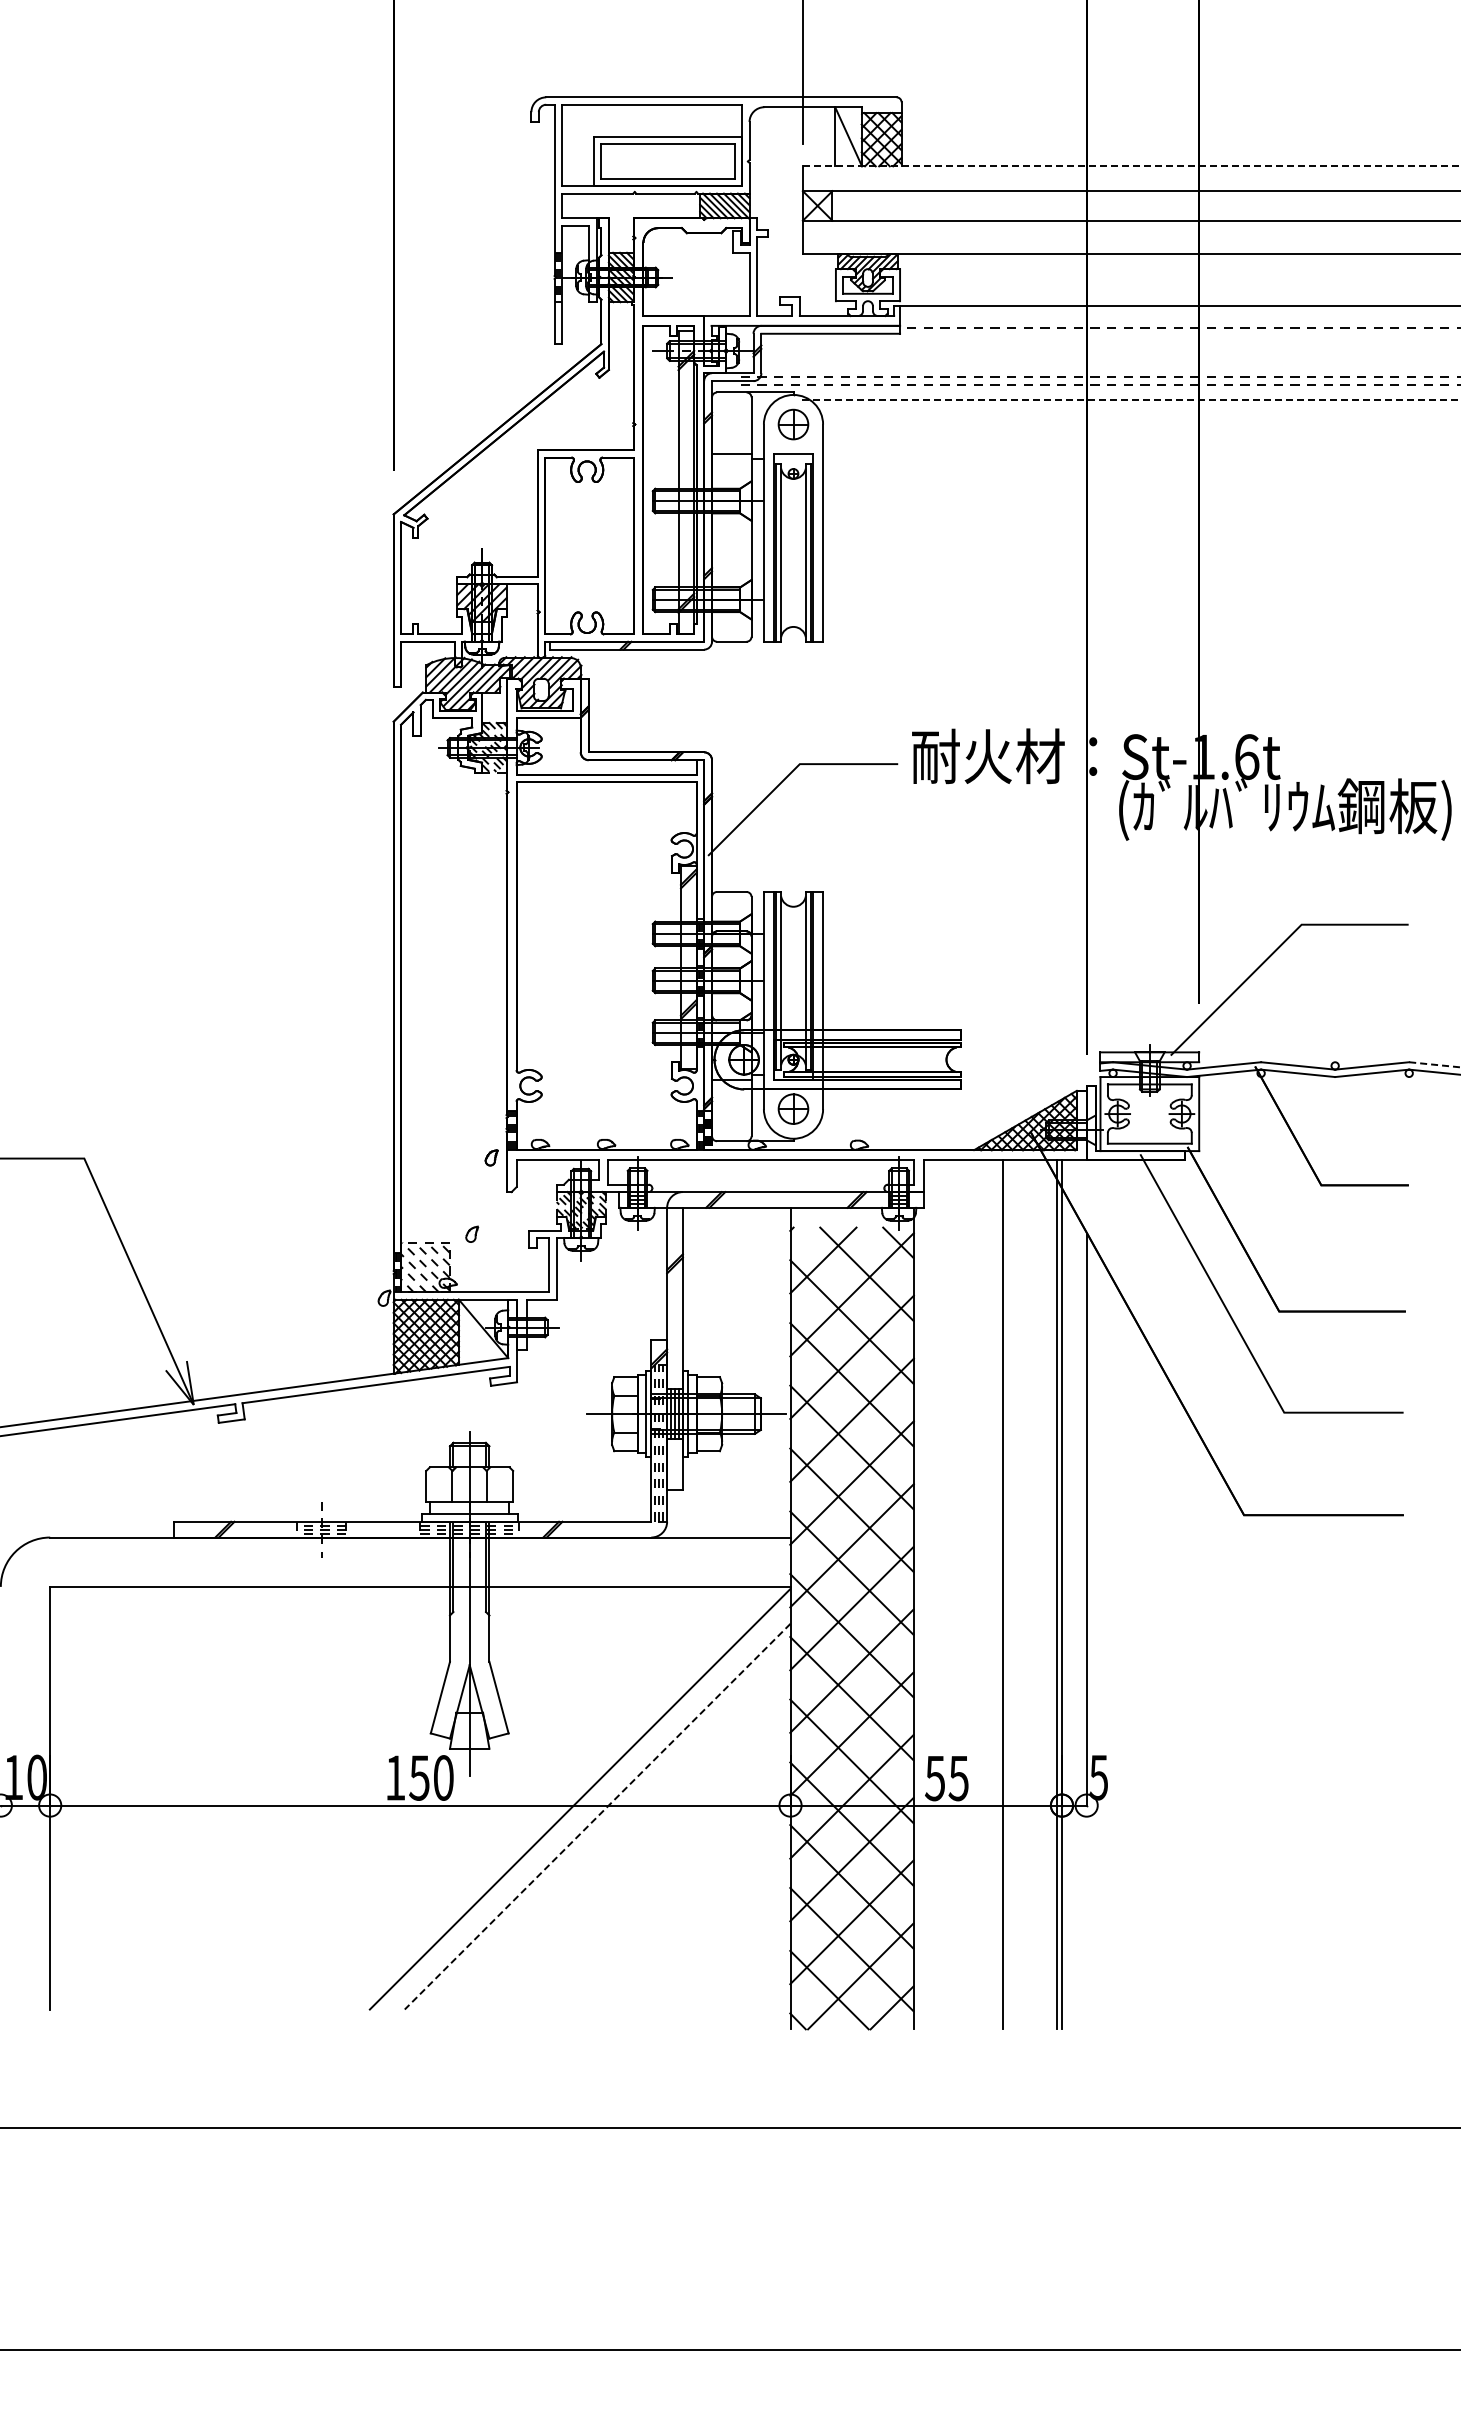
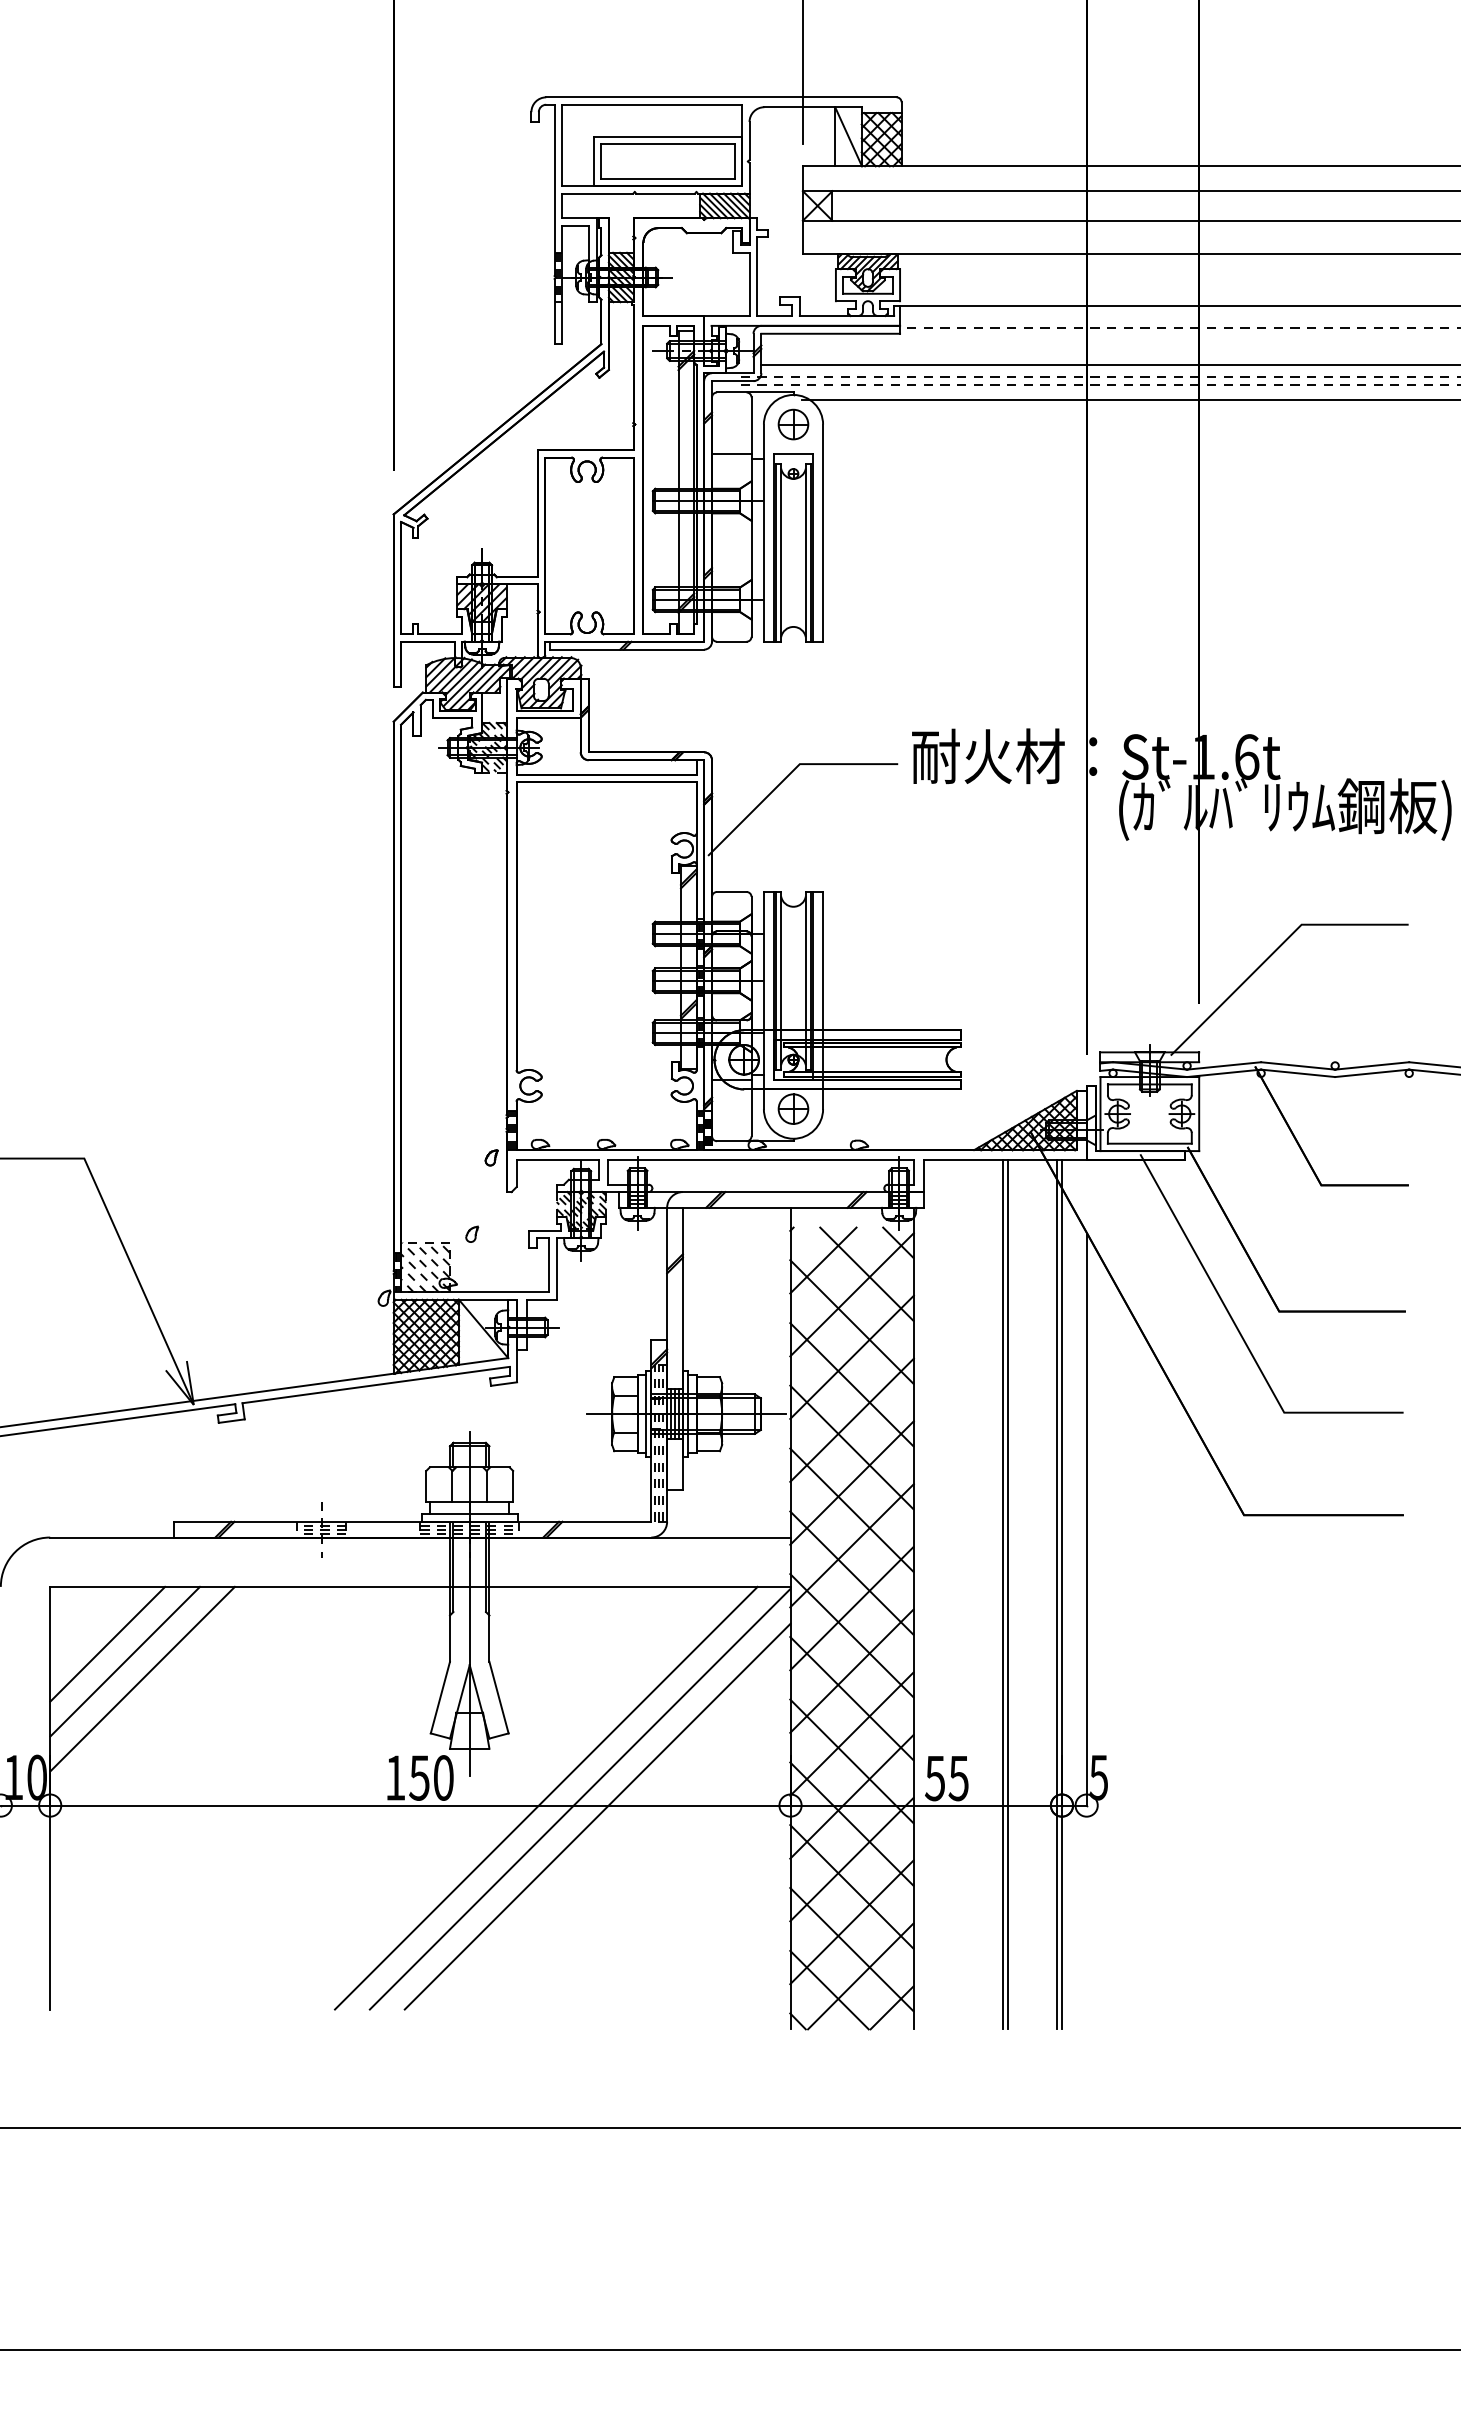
line at (1131, 166): dashed -> solid
line at (1109, 365): none -> present
line at (1131, 399): dashed -> solid
line at (1434, 1064): dashed -> solid
line at (1007, 1594): none -> present
line at (107, 1643): none -> present
line at (124, 1661): none -> present
line at (142, 1678): none -> present
line at (546, 1797): none -> present
line at (597, 1816): dashed -> solid
